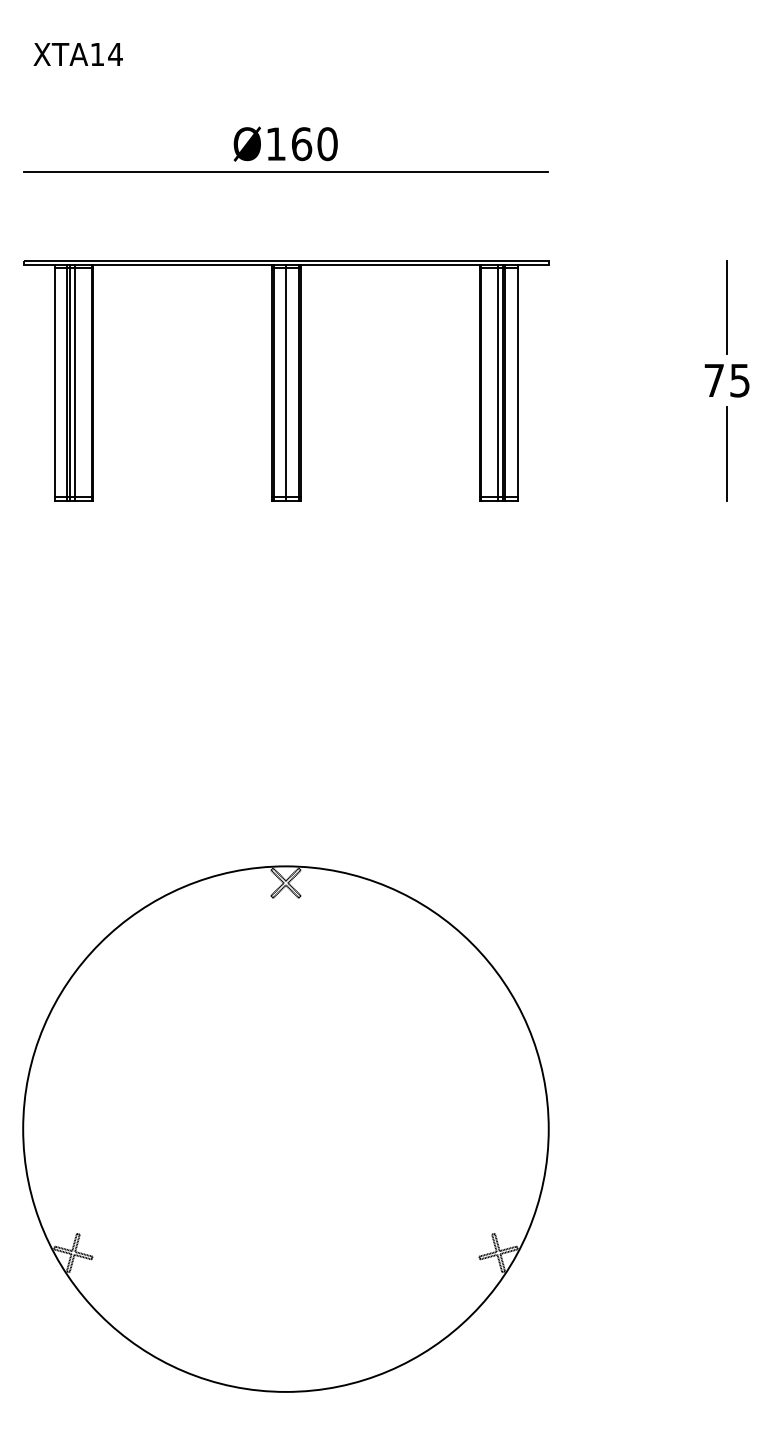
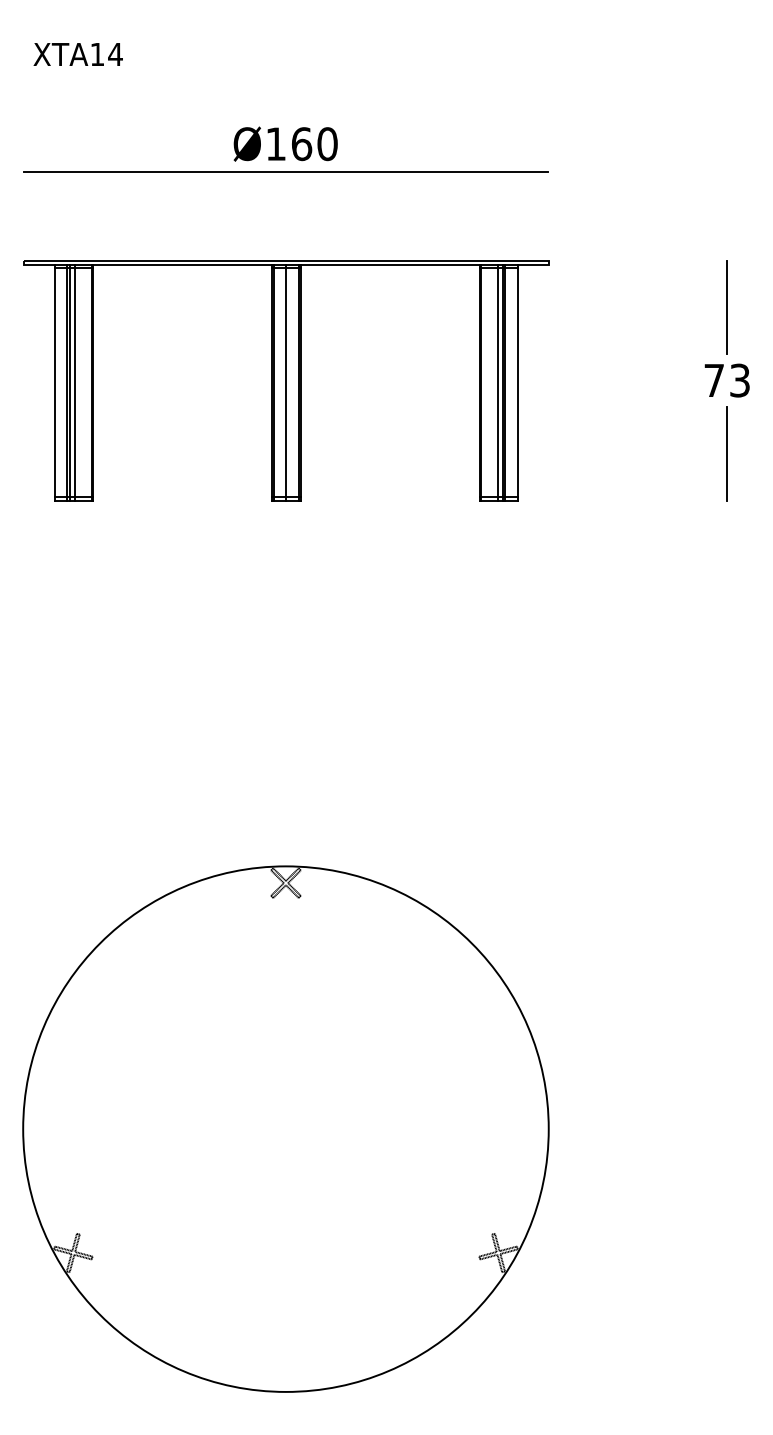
text at (739, 379): 75 -> 73
